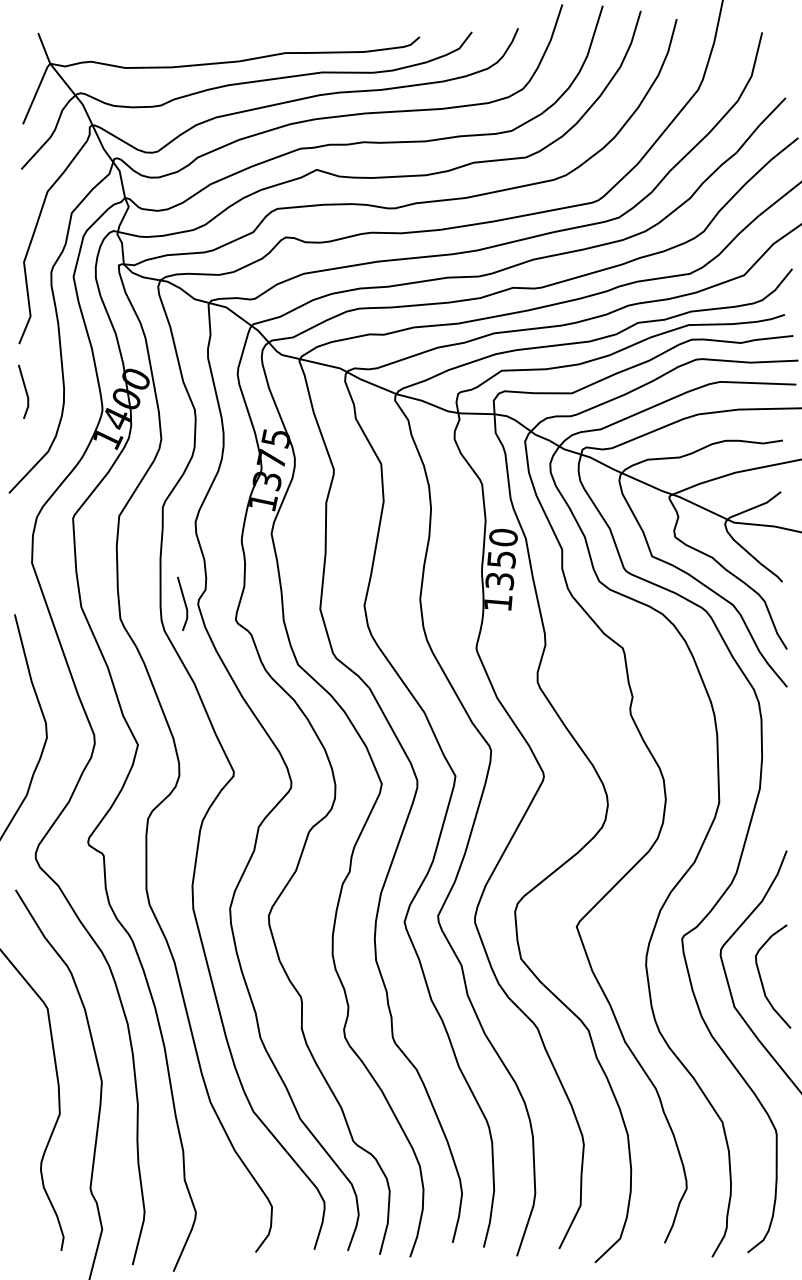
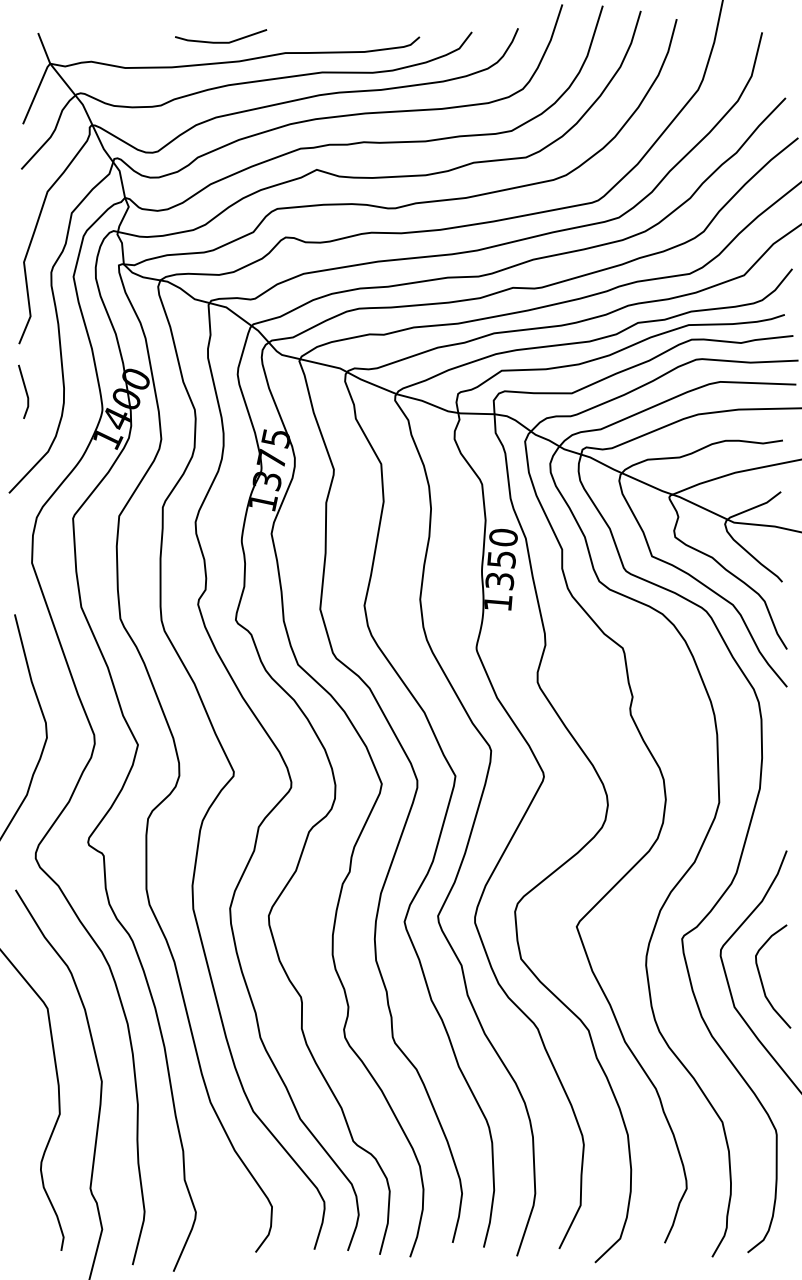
line at (221, 41): none -> present
line at (184, 603): present -> none
